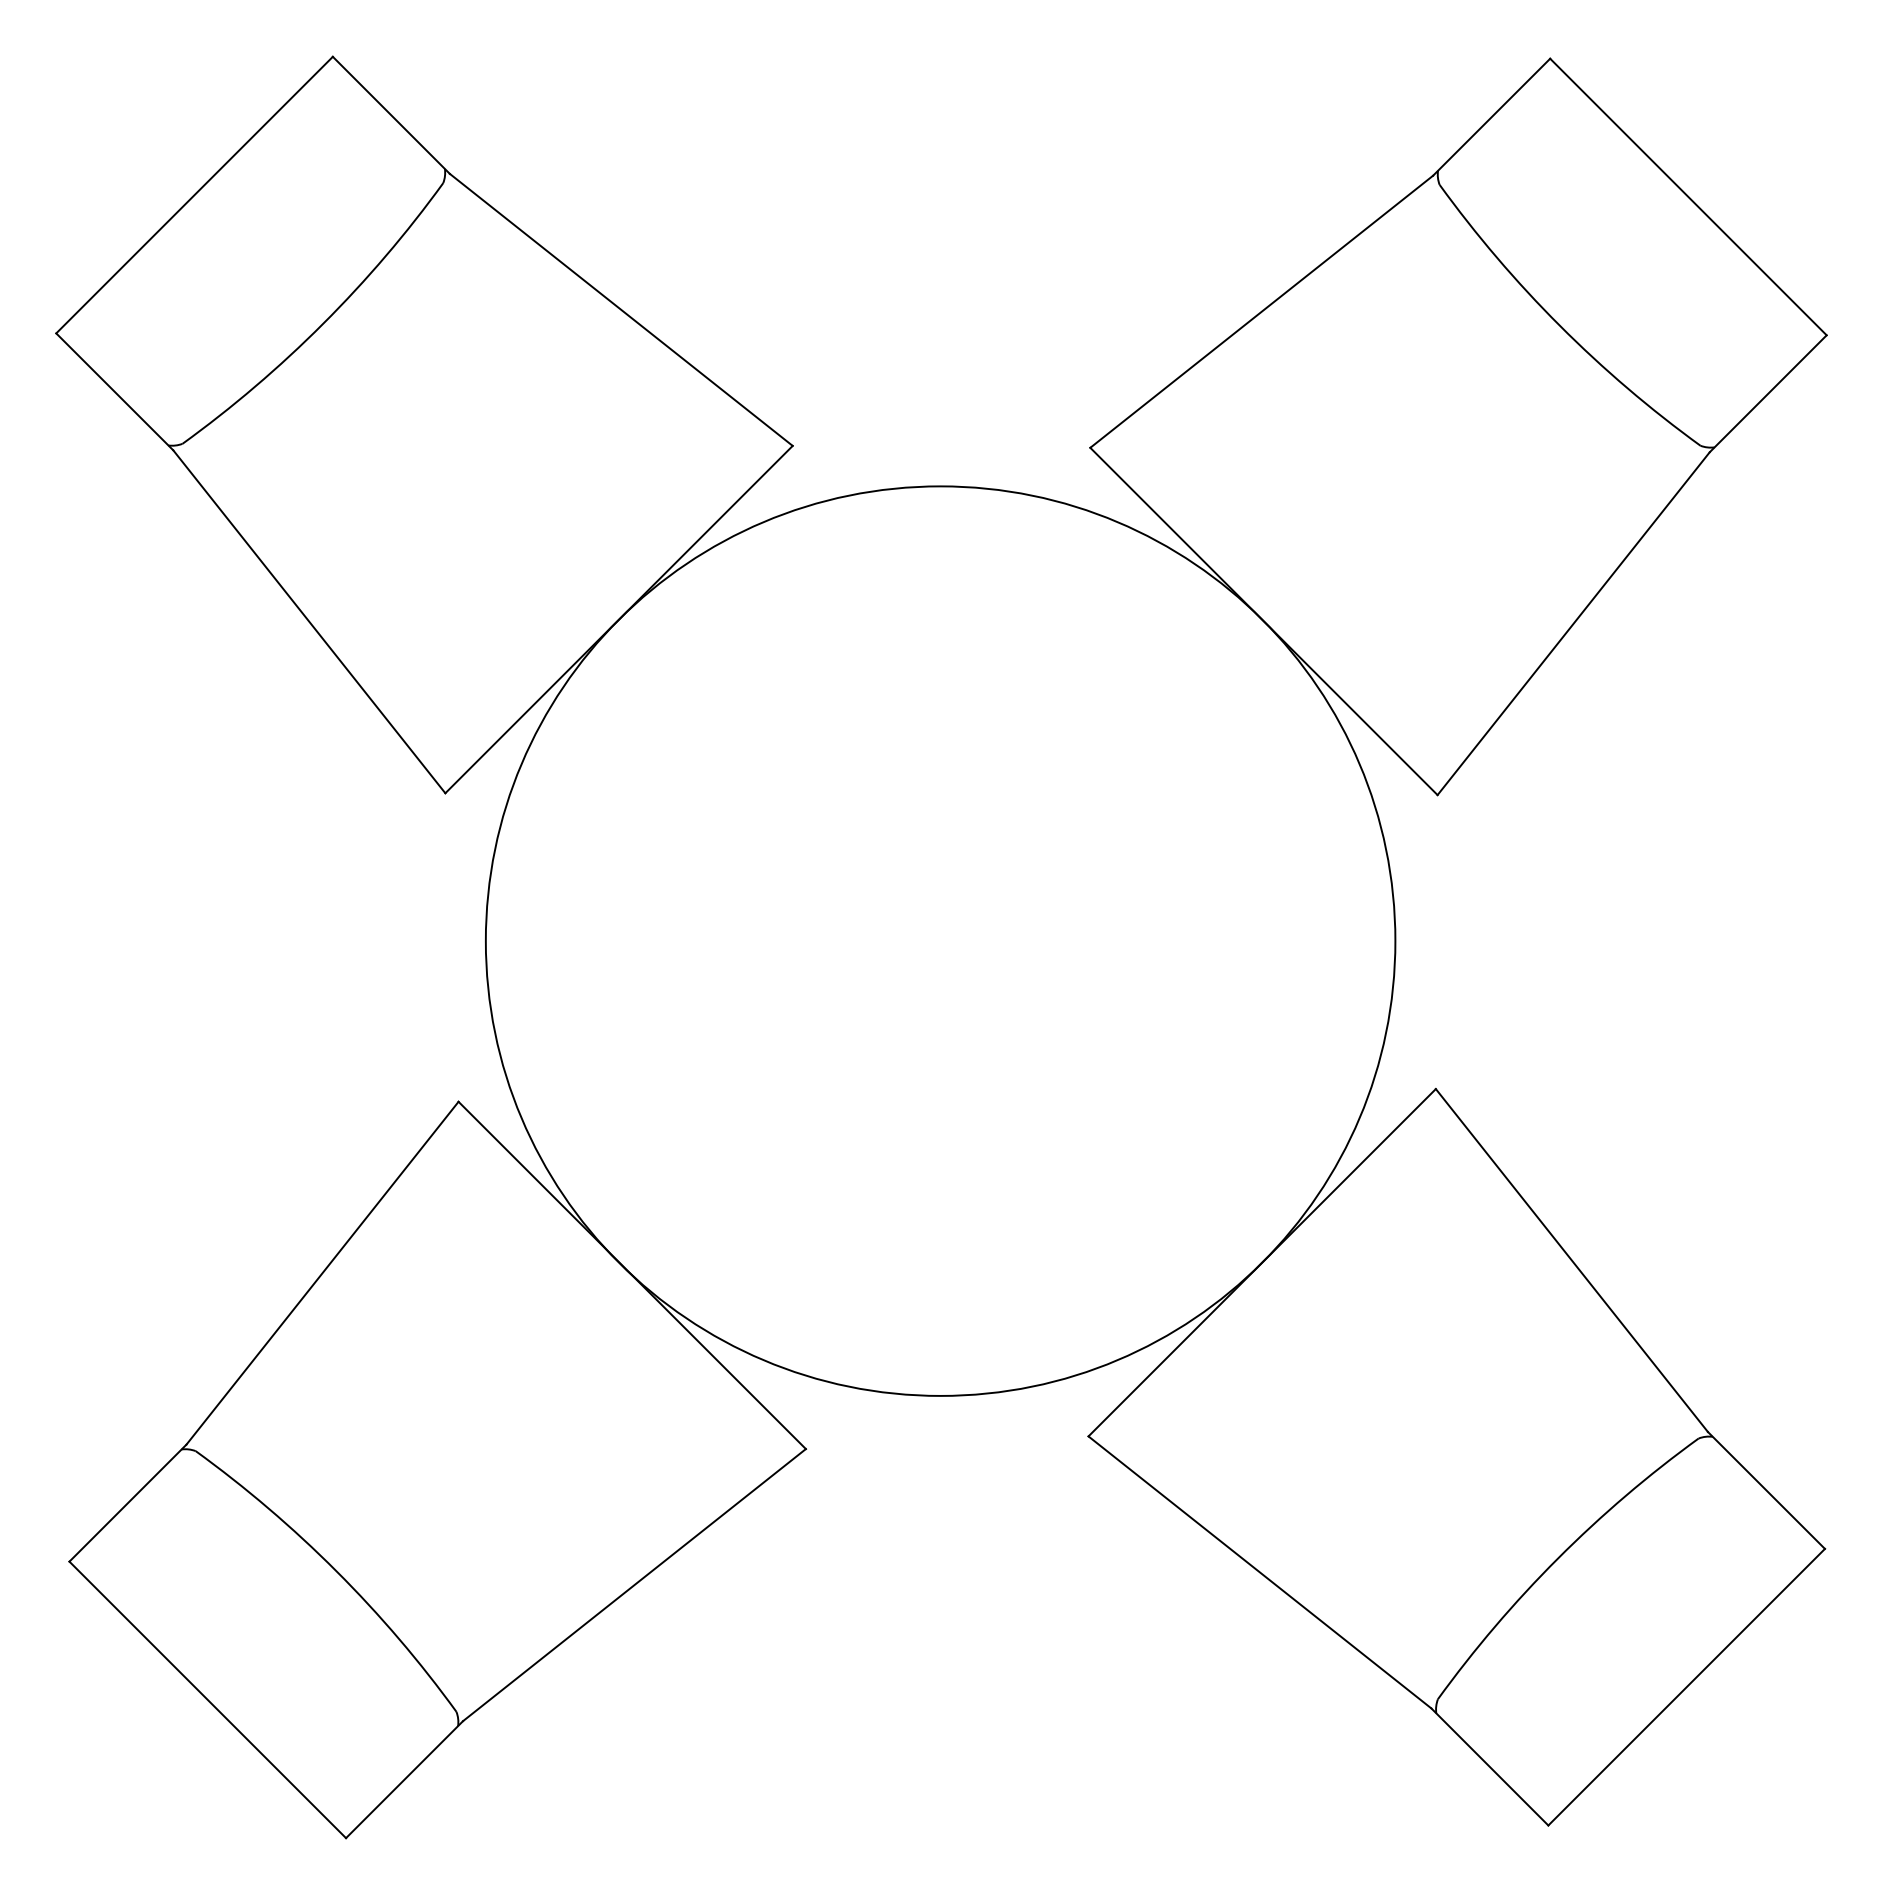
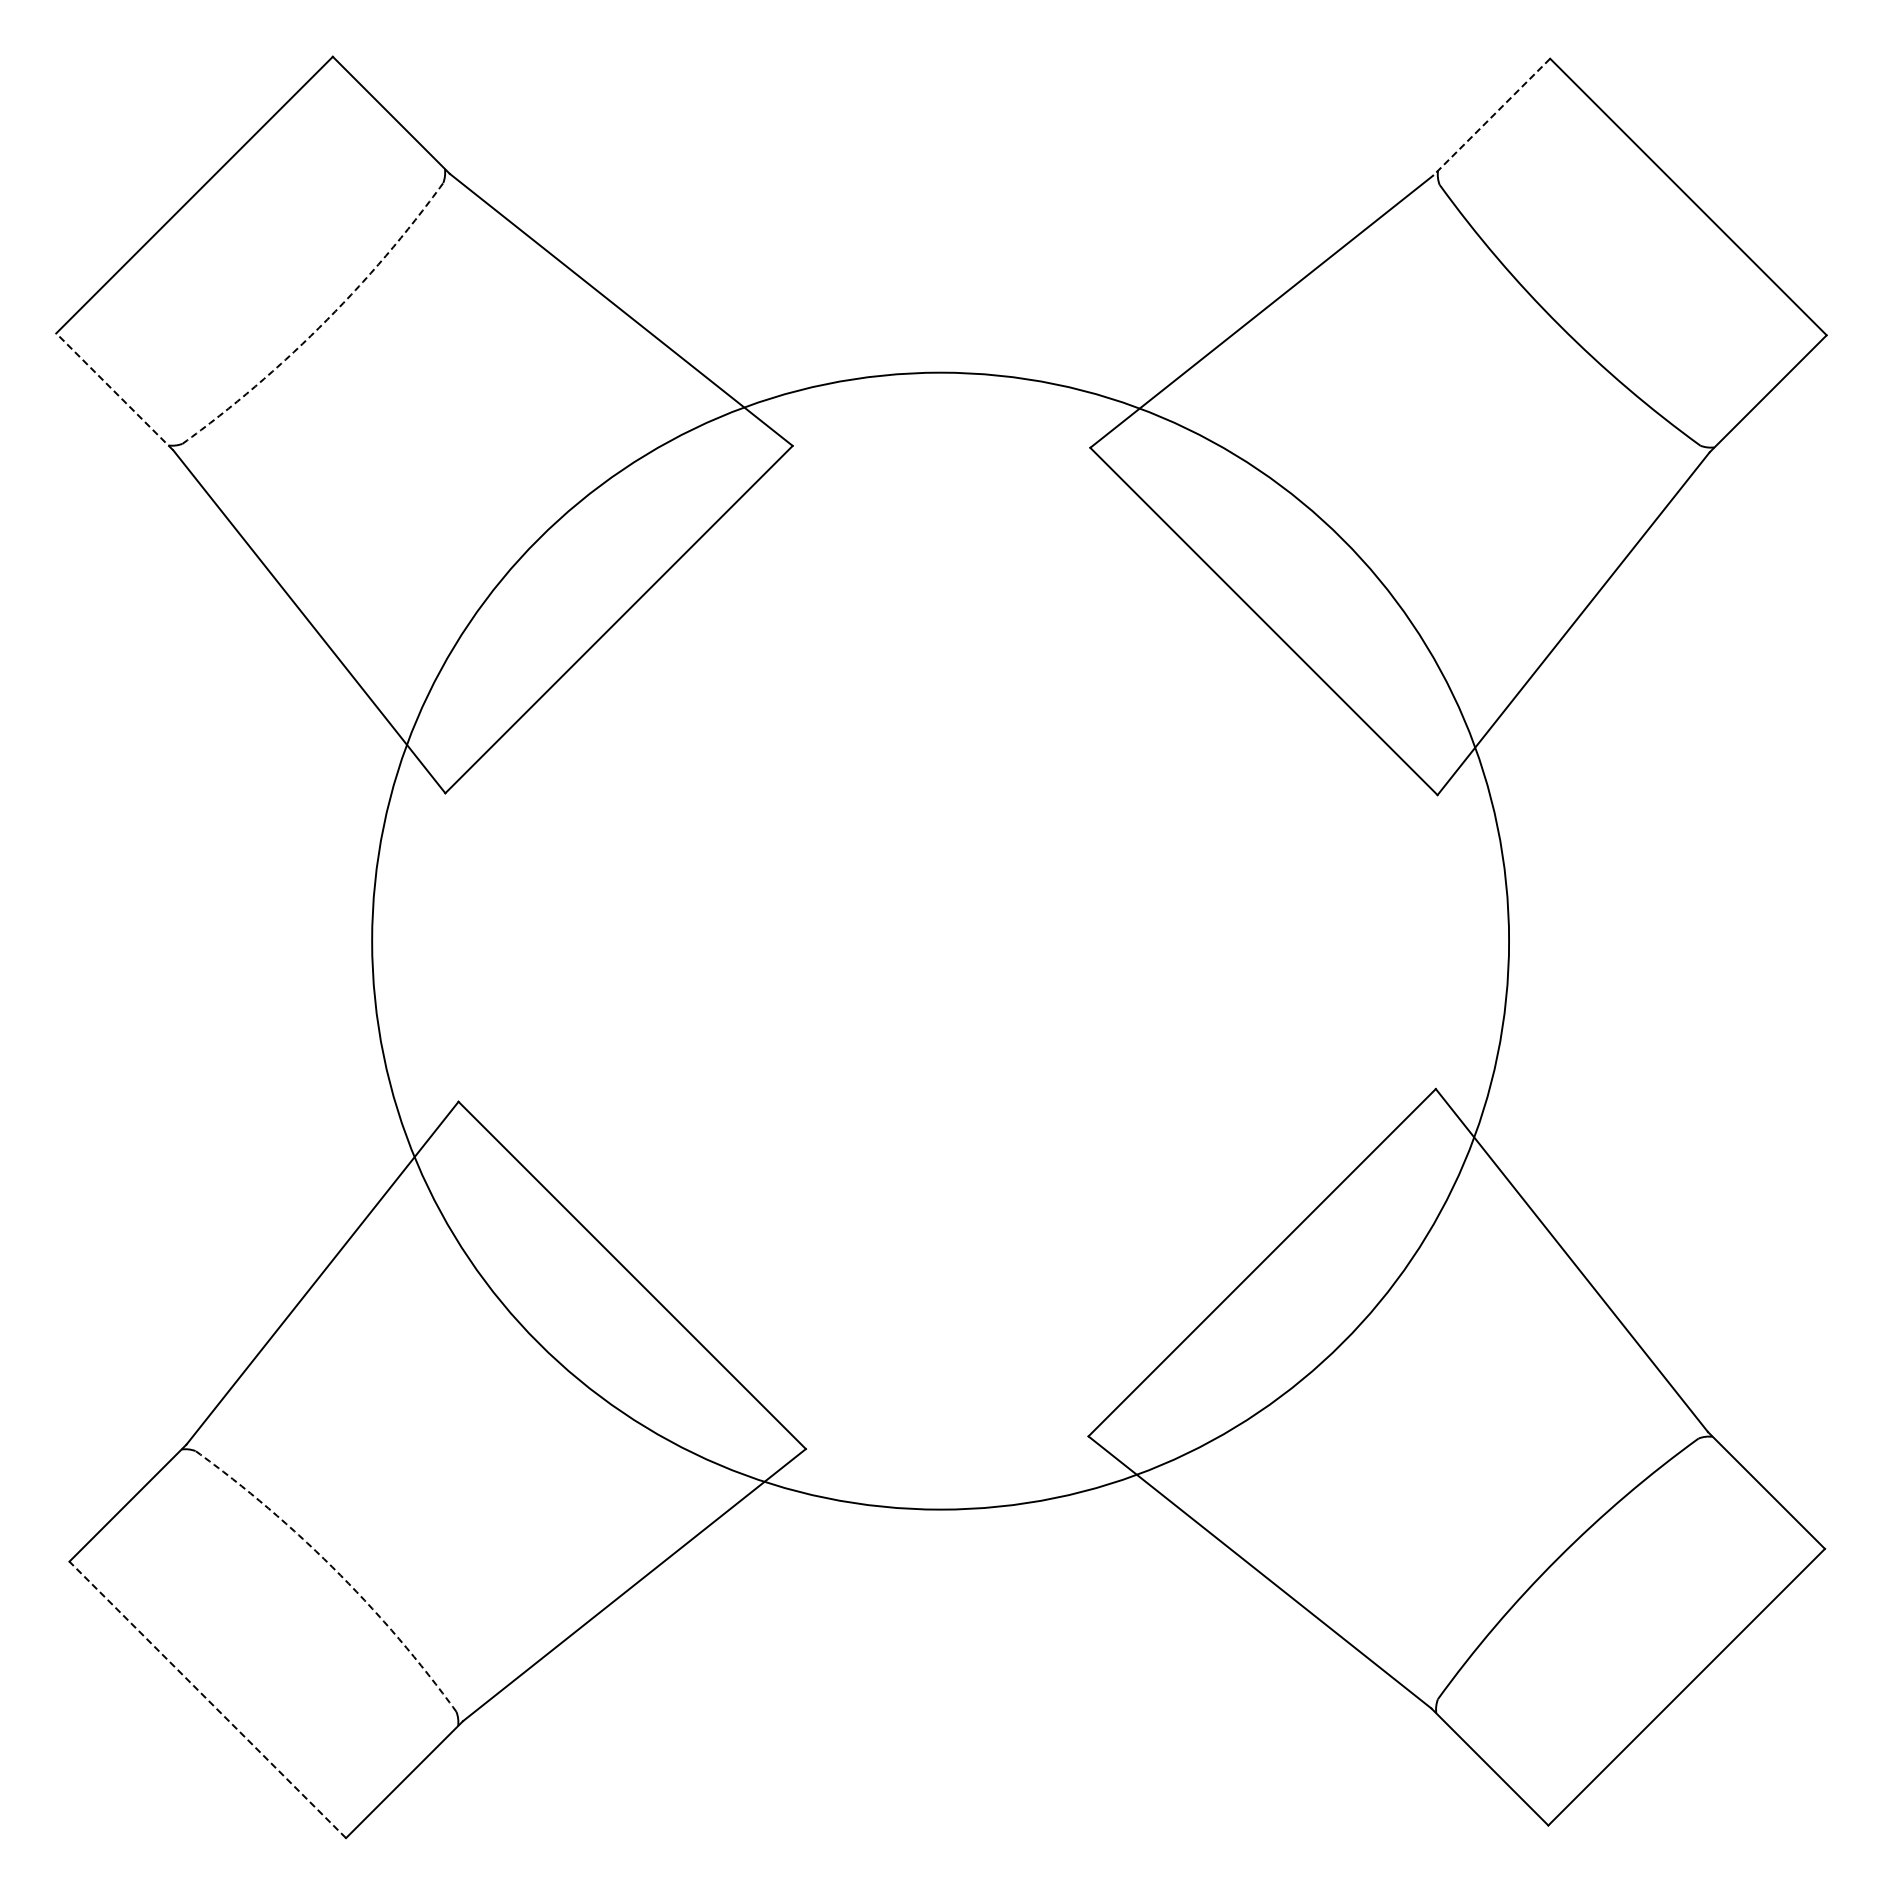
line at (1491, 117): solid -> dashed
arc at (323, 323): solid -> dashed
line at (114, 391): solid -> dashed
circle at (940, 940) diameter: 910 px -> 1137 px
arc at (336, 1571): solid -> dashed
line at (207, 1699): solid -> dashed
